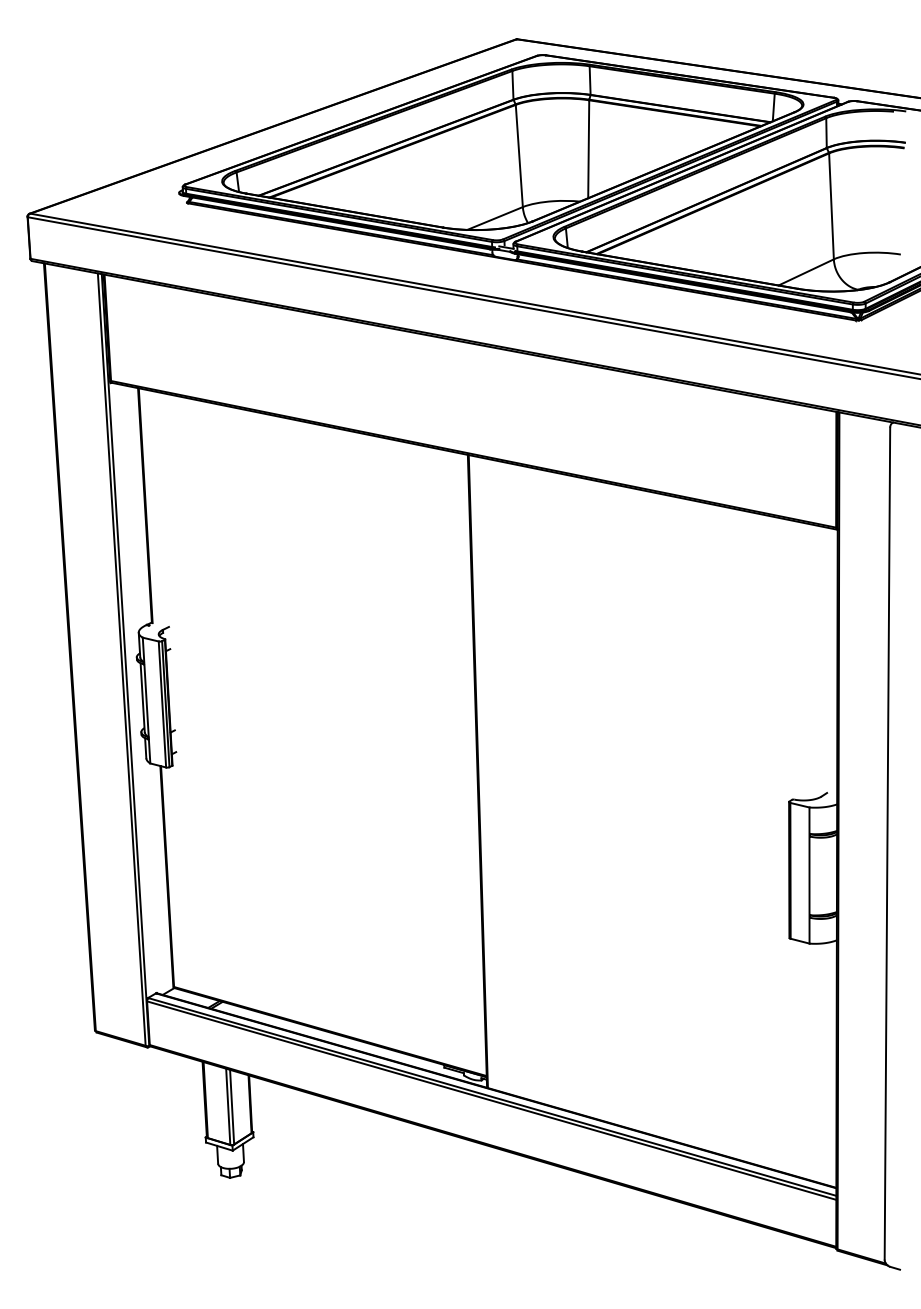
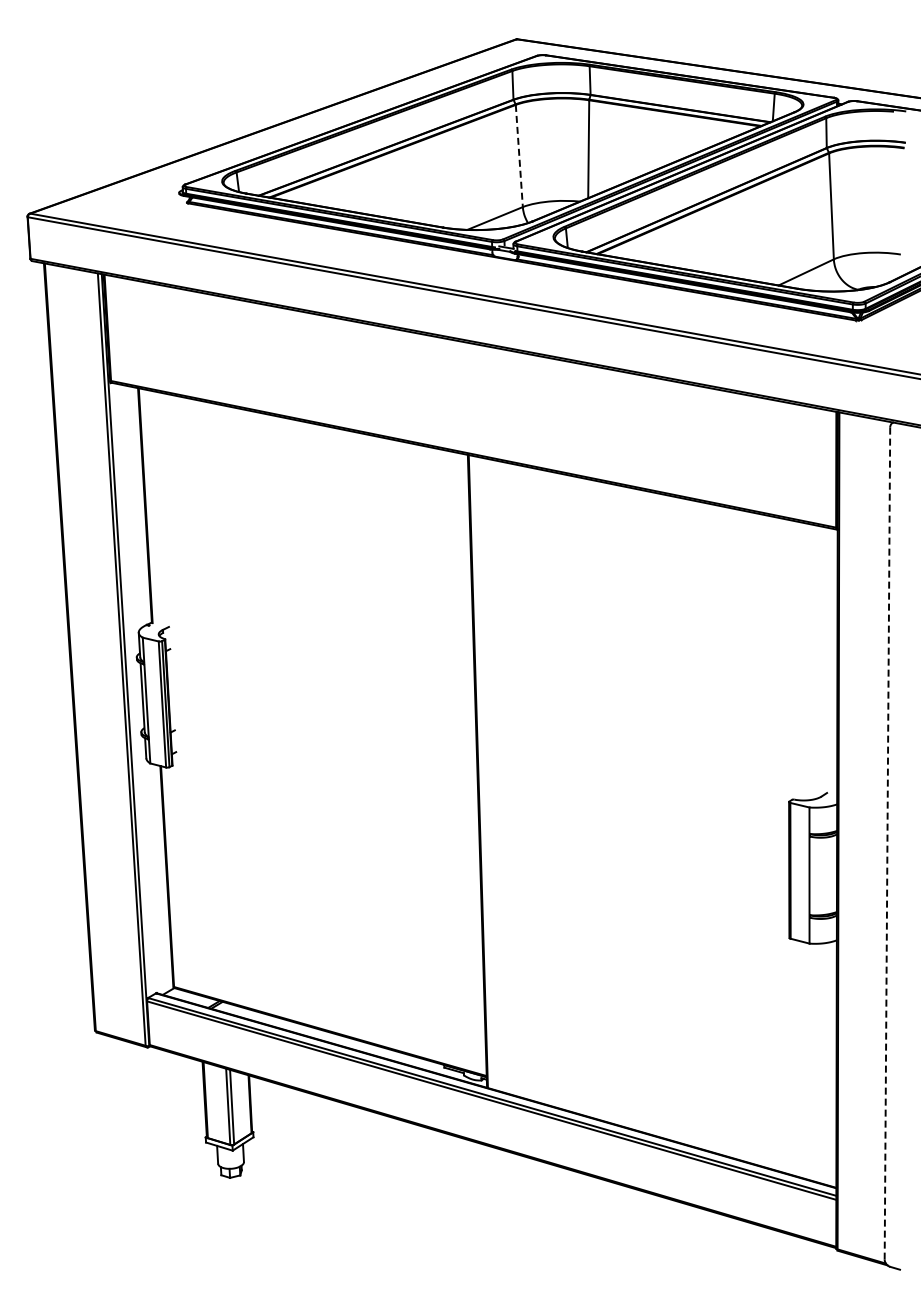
line at (519, 156): solid -> dashed
line at (887, 843): solid -> dashed
